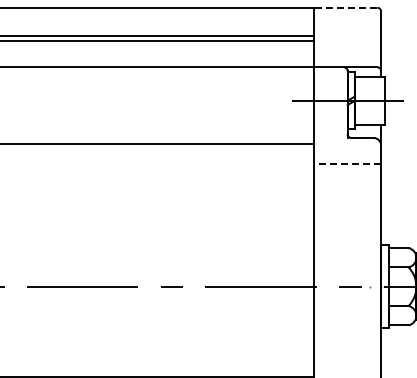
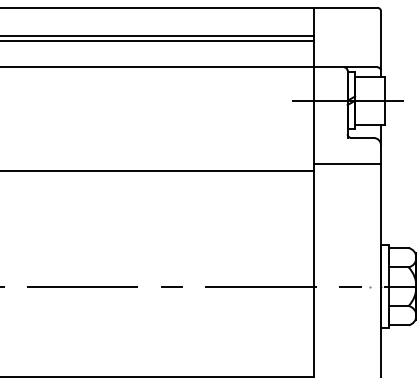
line at (345, 7): dashed -> solid
line at (158, 143) position: (158, 143) -> (158, 170)
line at (347, 163): dashed -> solid
